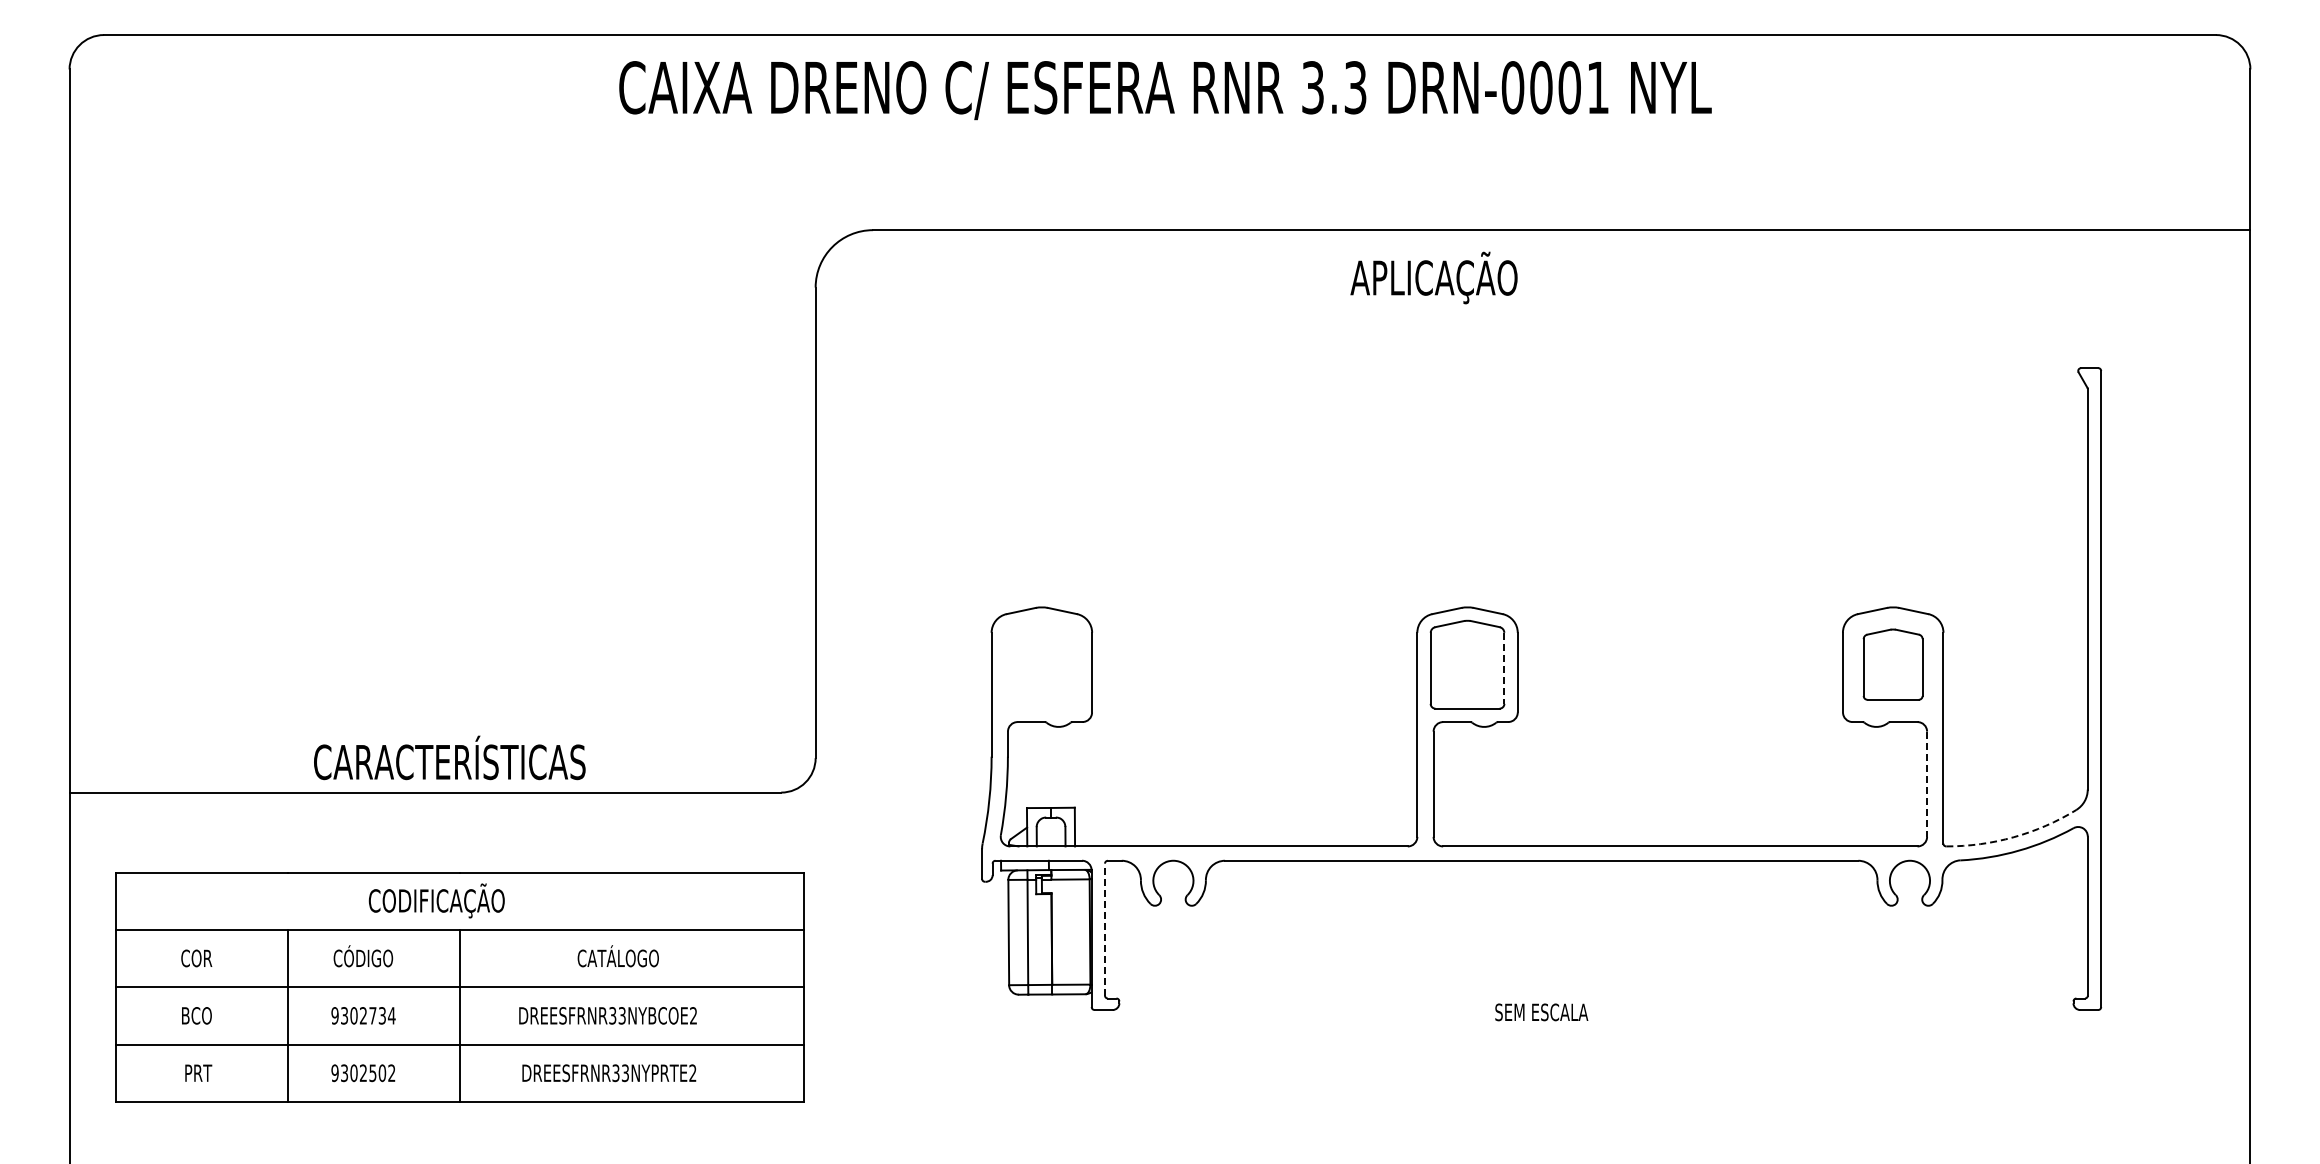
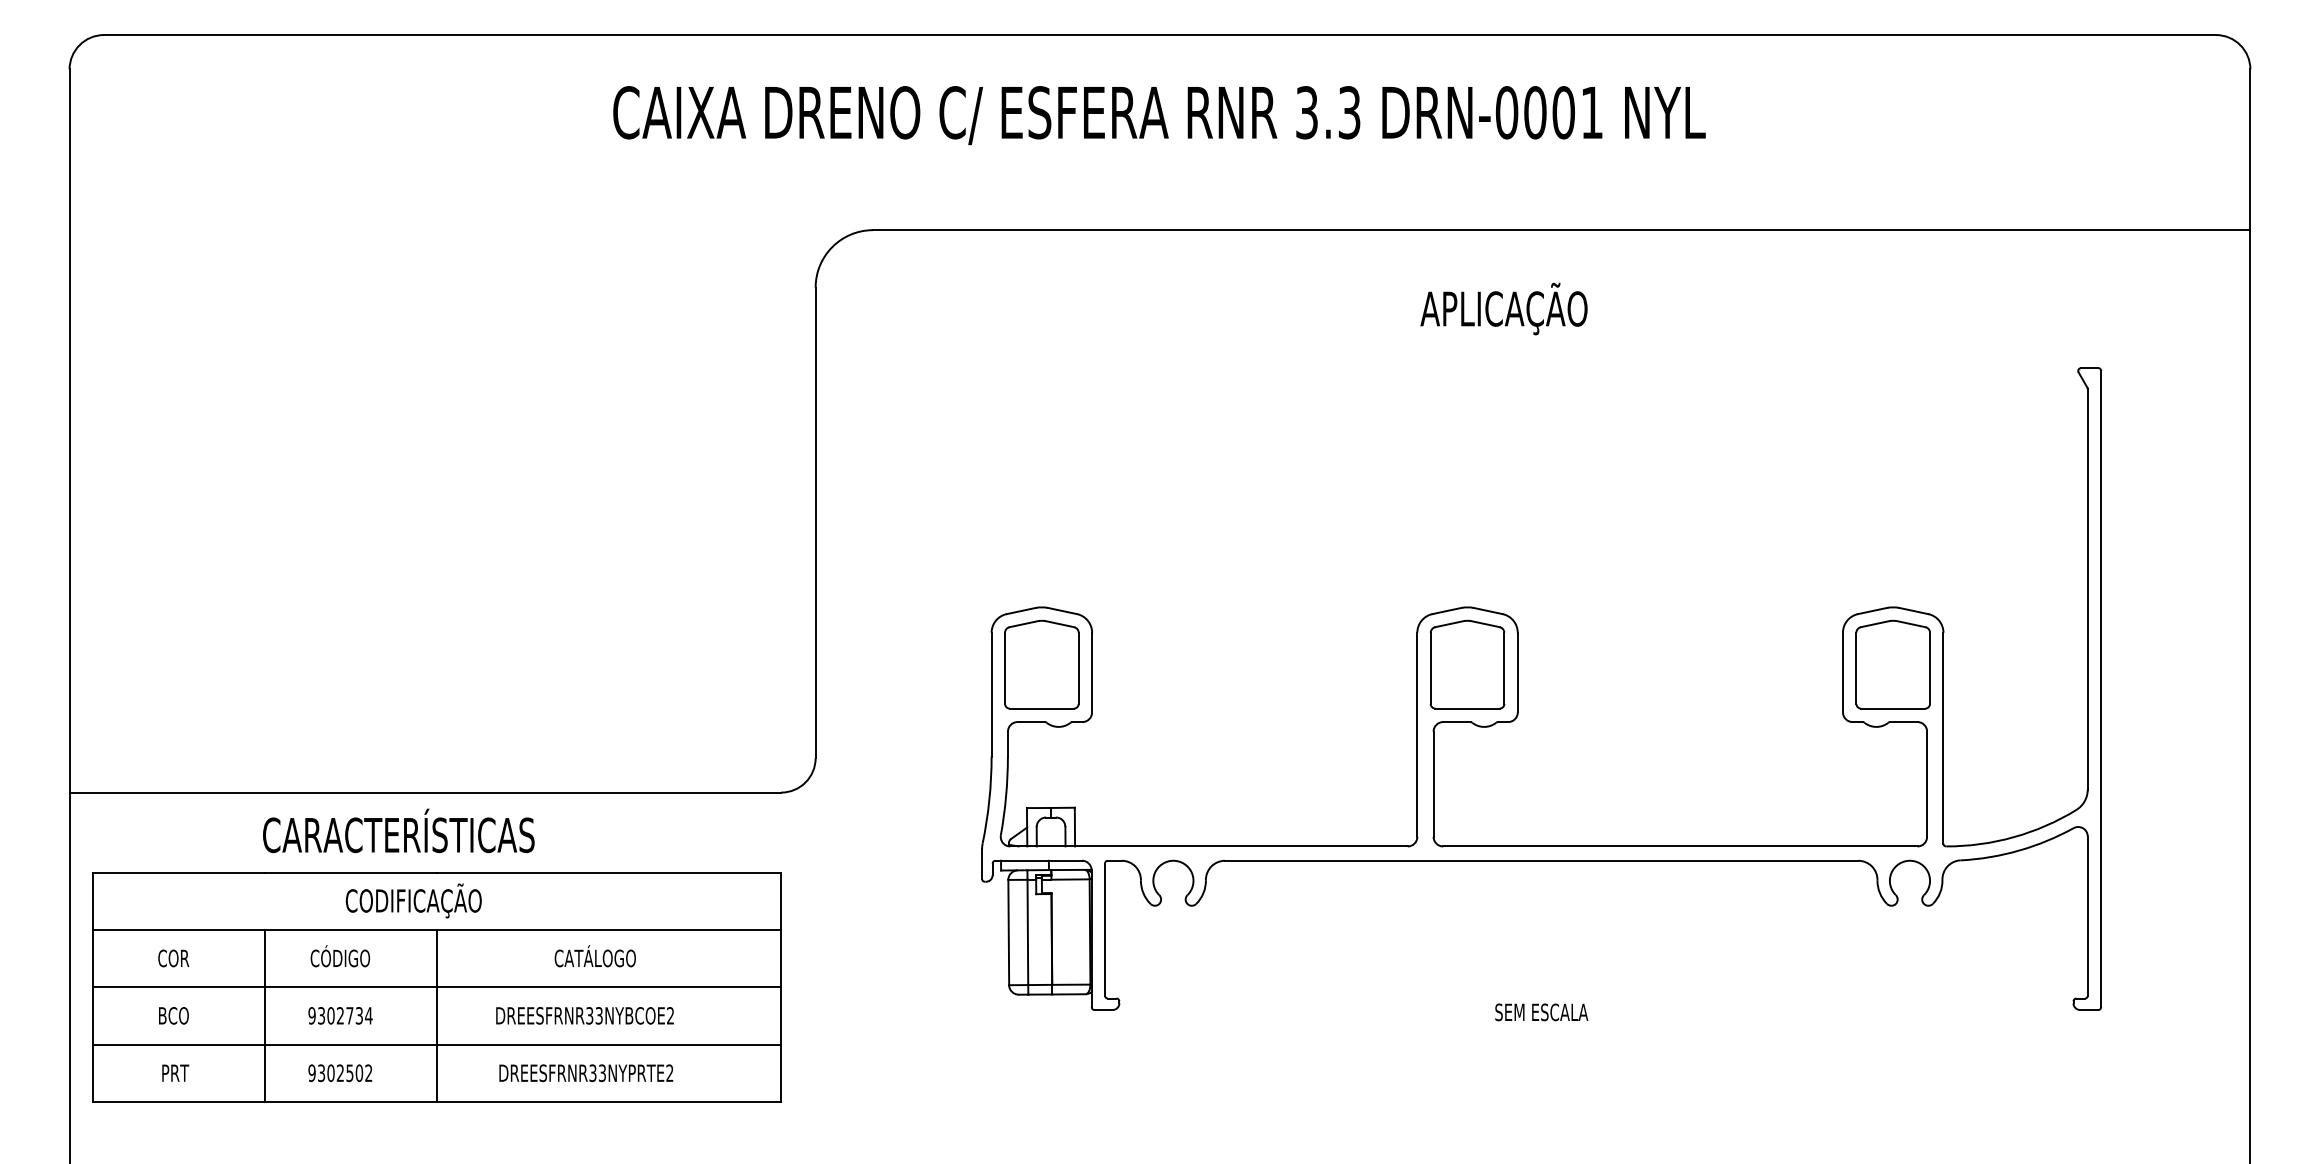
text at (1165, 90) position: (1165, 90) -> (1159, 115)
text at (1433, 277) position: (1433, 277) -> (1503, 308)
part at (1041, 664): none -> present
part at (1892, 664) size: 62x73 px -> 76x91 px
line at (1504, 668): dashed -> solid
text at (449, 757) position: (449, 757) -> (398, 830)
line at (1927, 784): dashed -> solid
arc at (2013, 837): dashed -> solid
line at (1105, 929): dashed -> solid
part at (459, 987) position: (459, 987) -> (436, 987)
